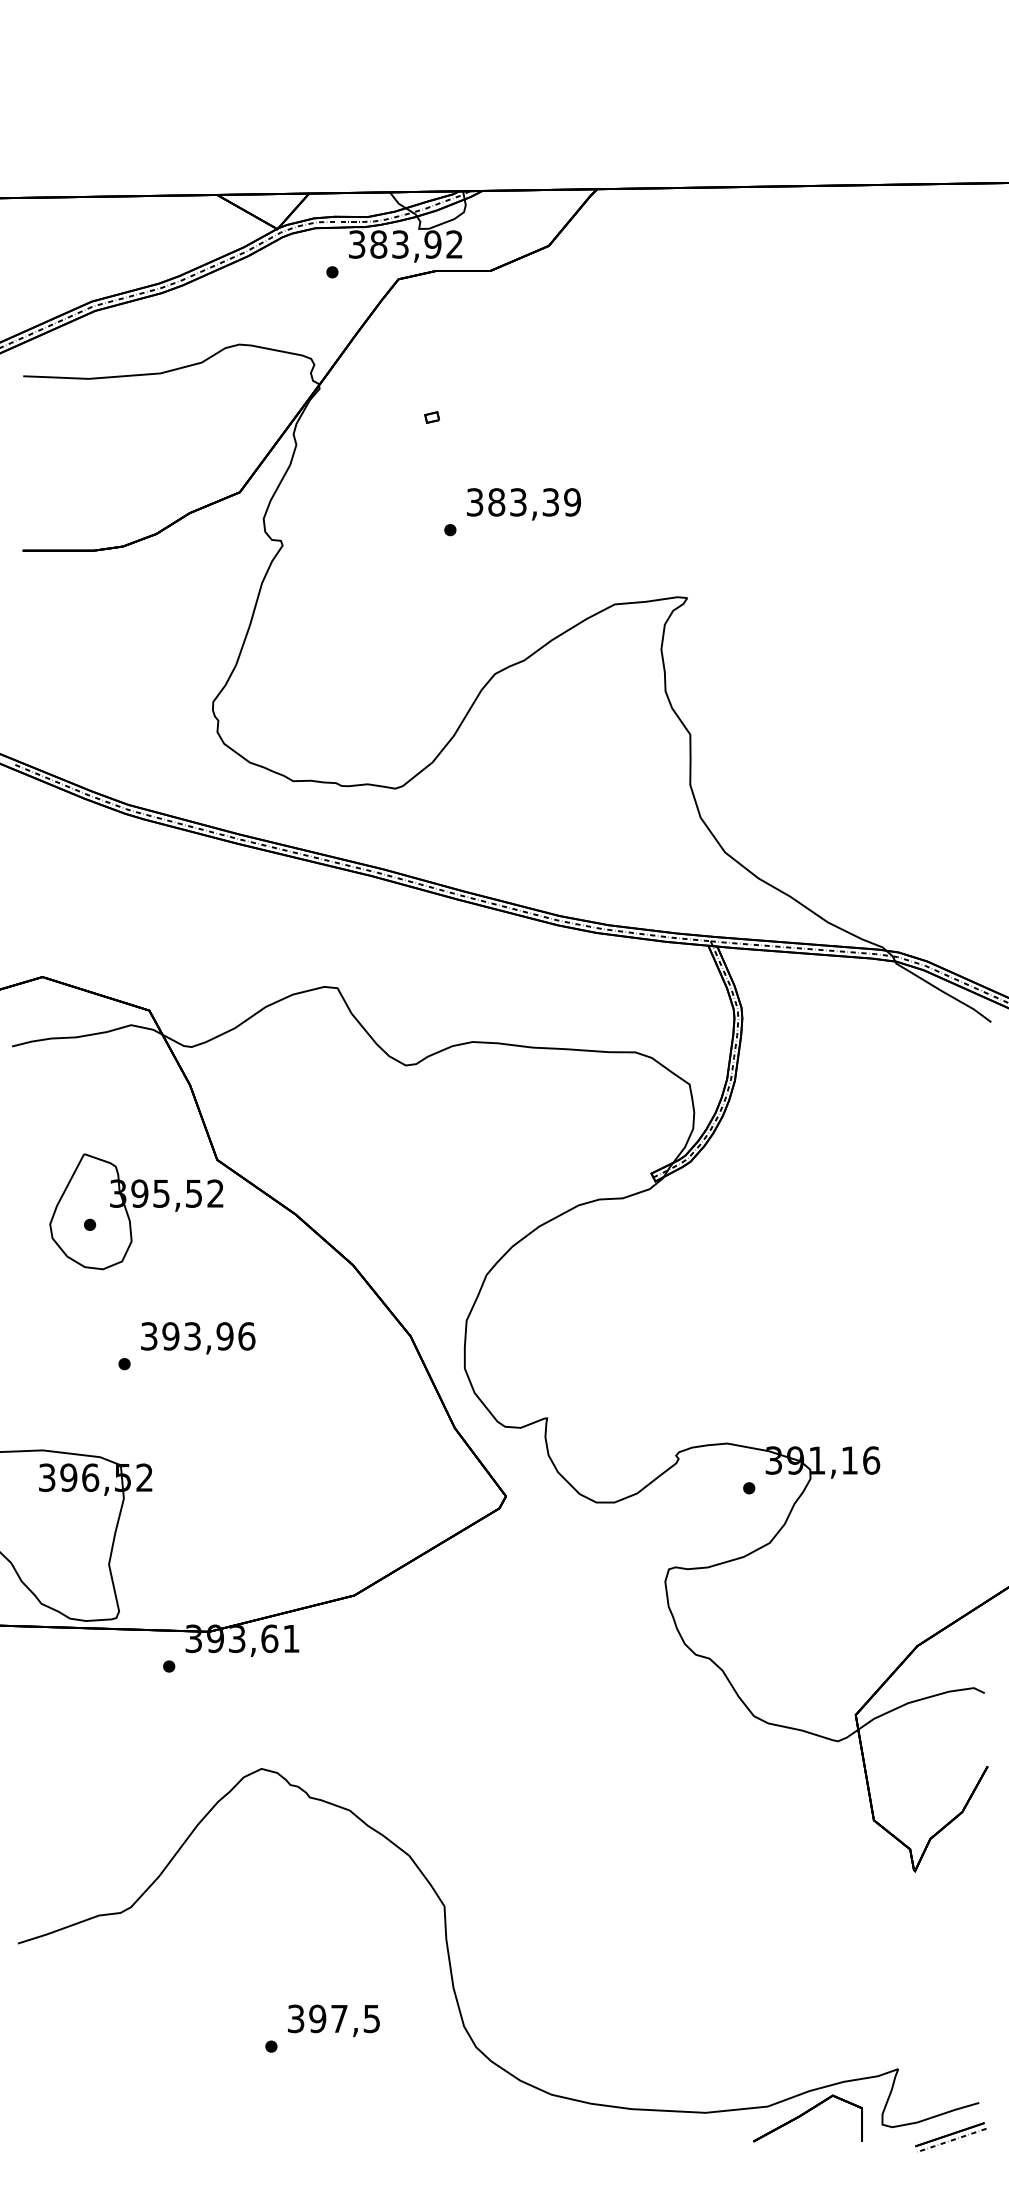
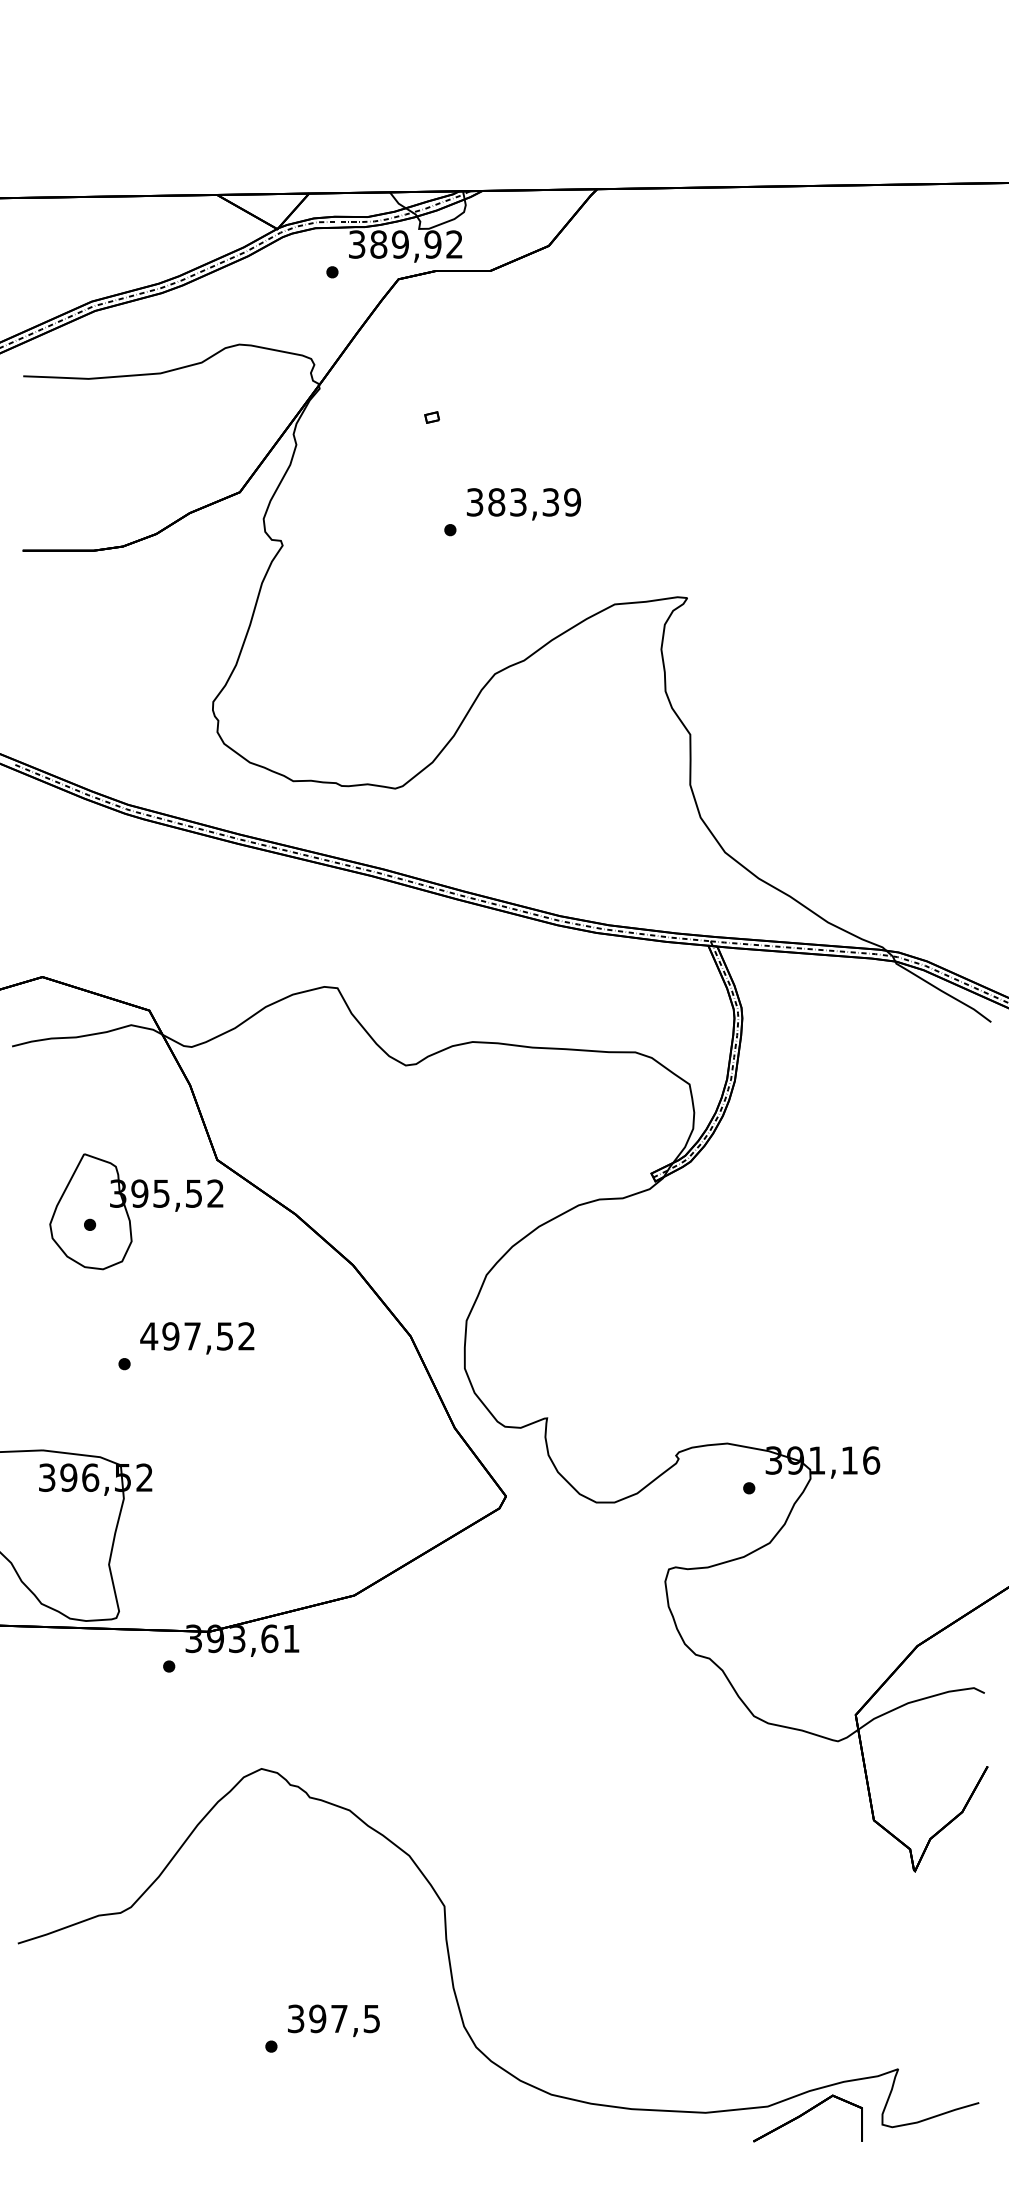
text at (399, 244): 383,92 -> 389,92
text at (197, 1336): 393,96 -> 497,52
part at (950, 2137): present -> none
